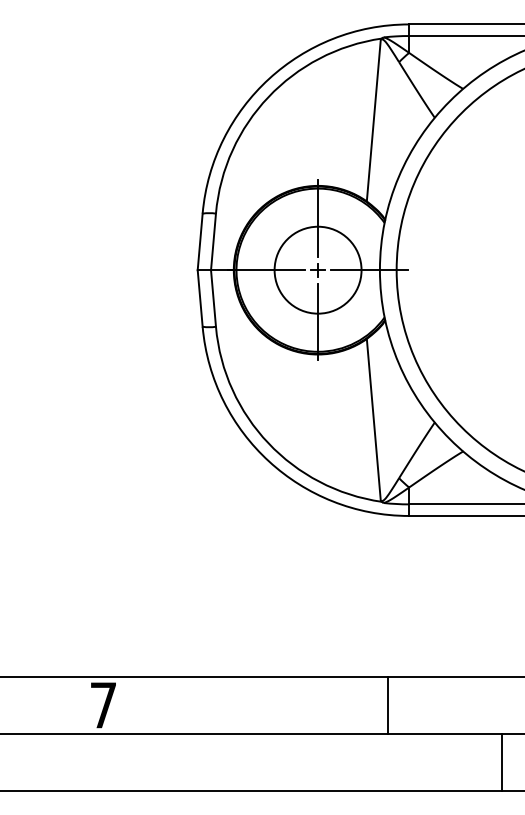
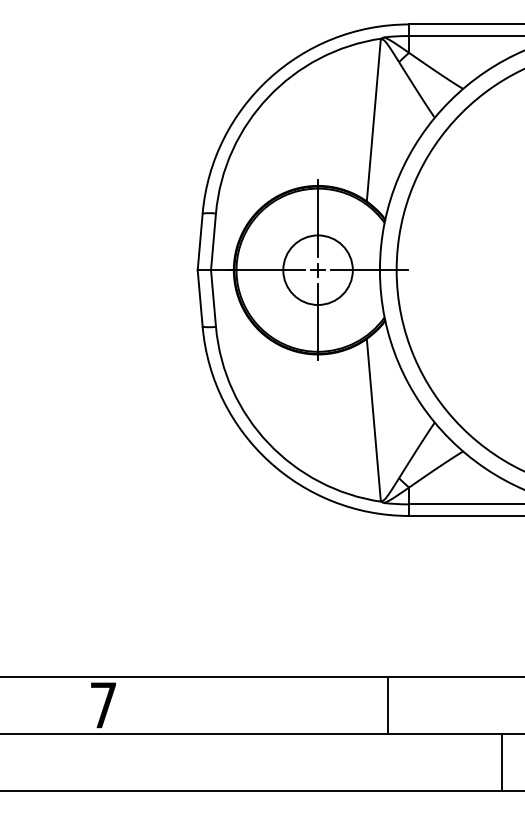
circle at (317, 269) diameter: 87 px -> 70 px
